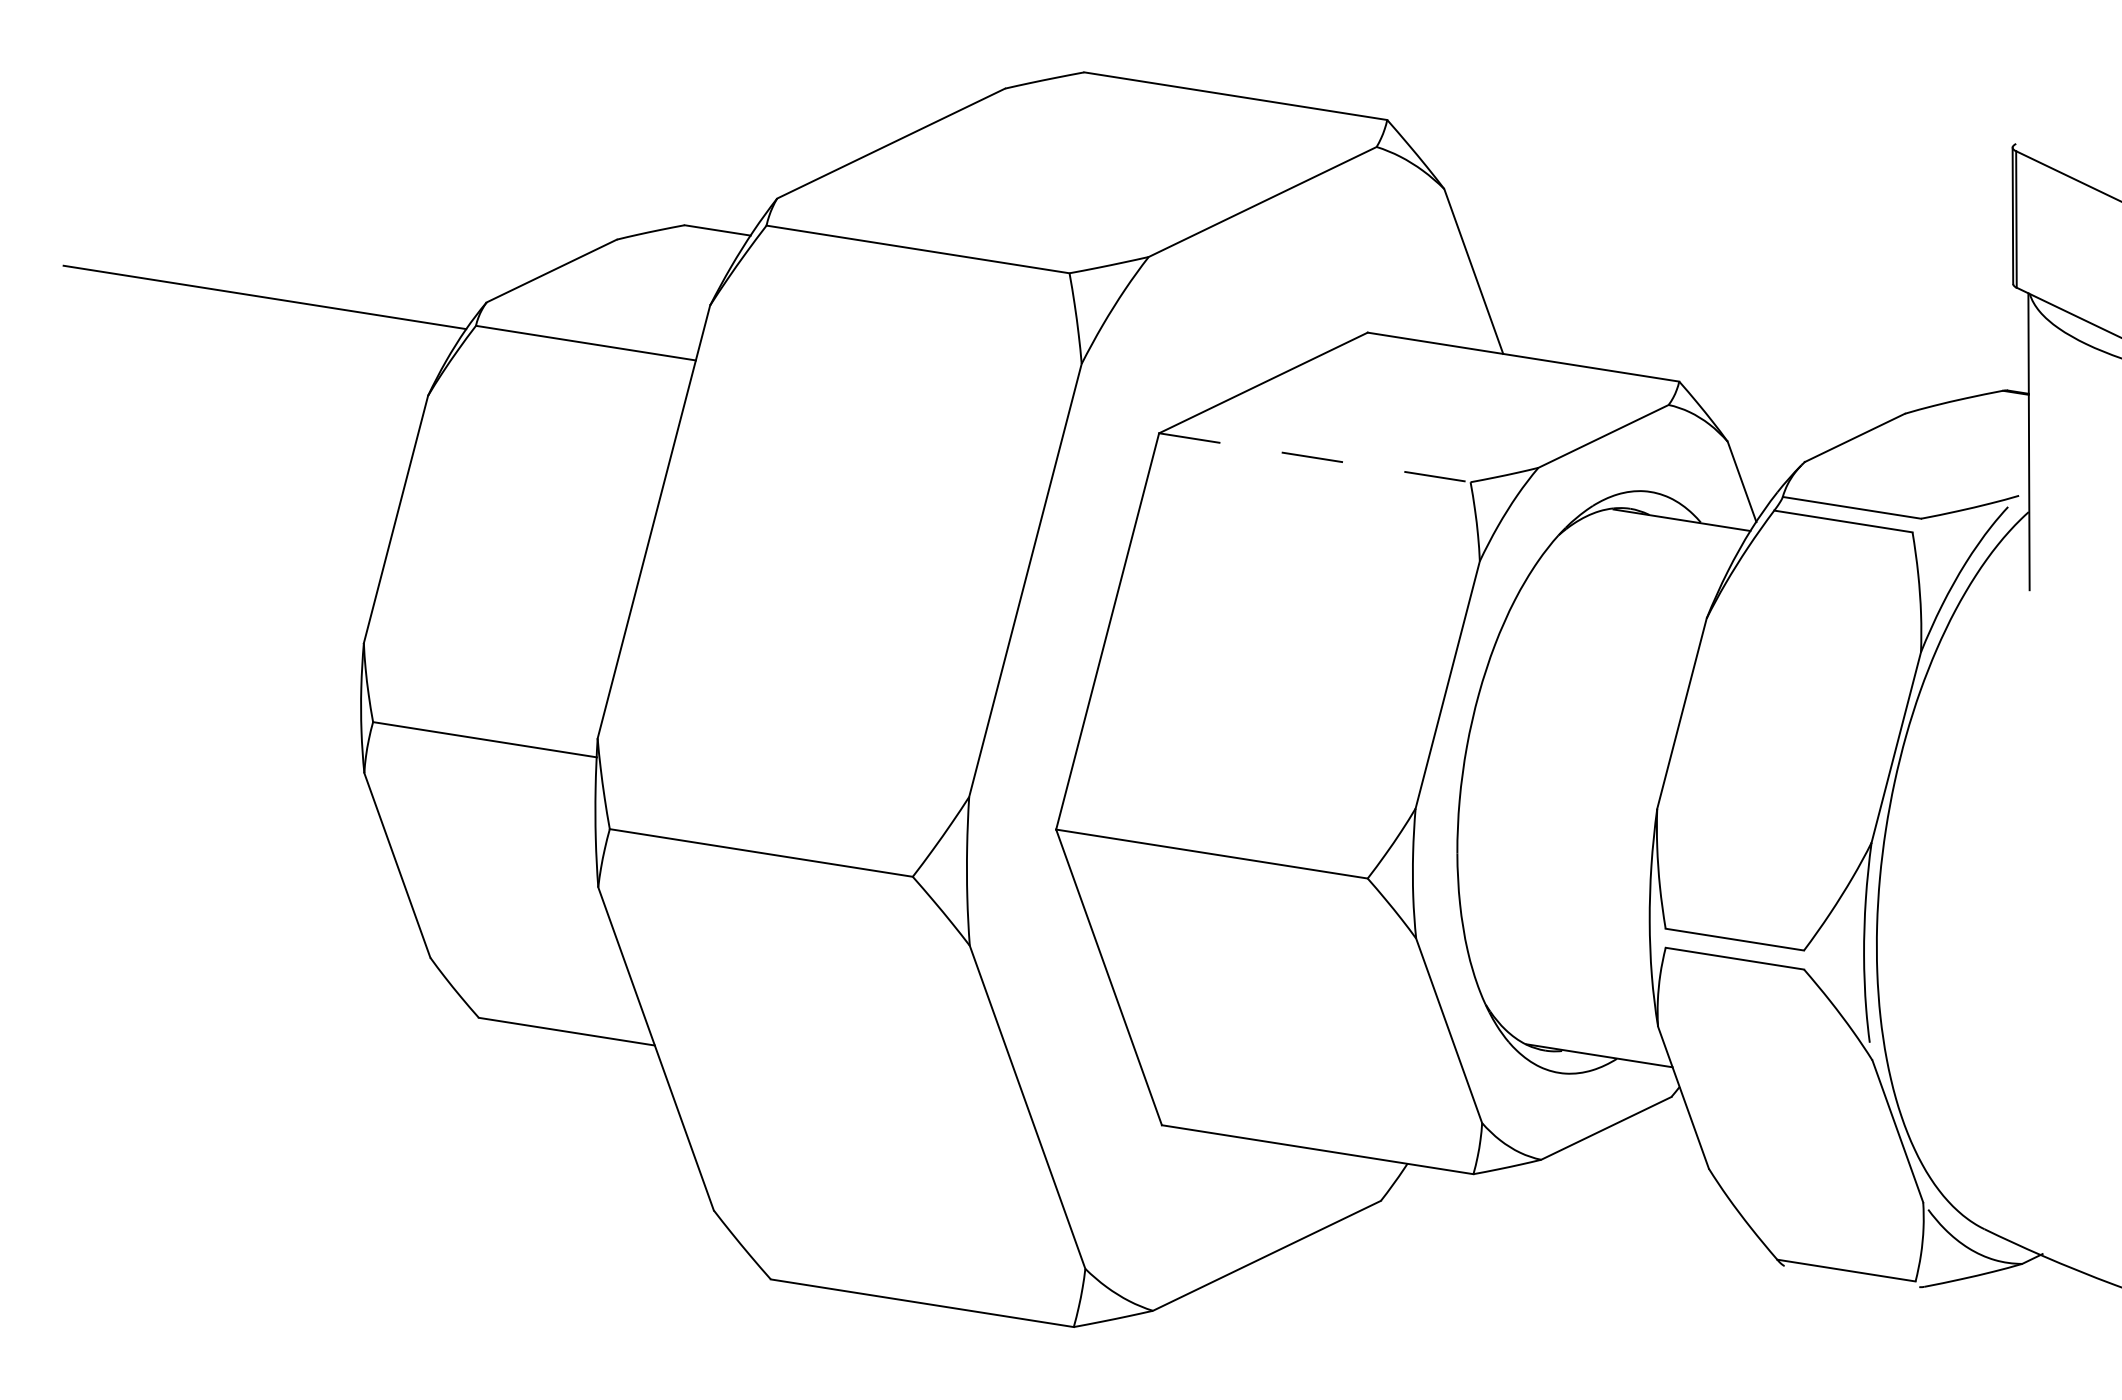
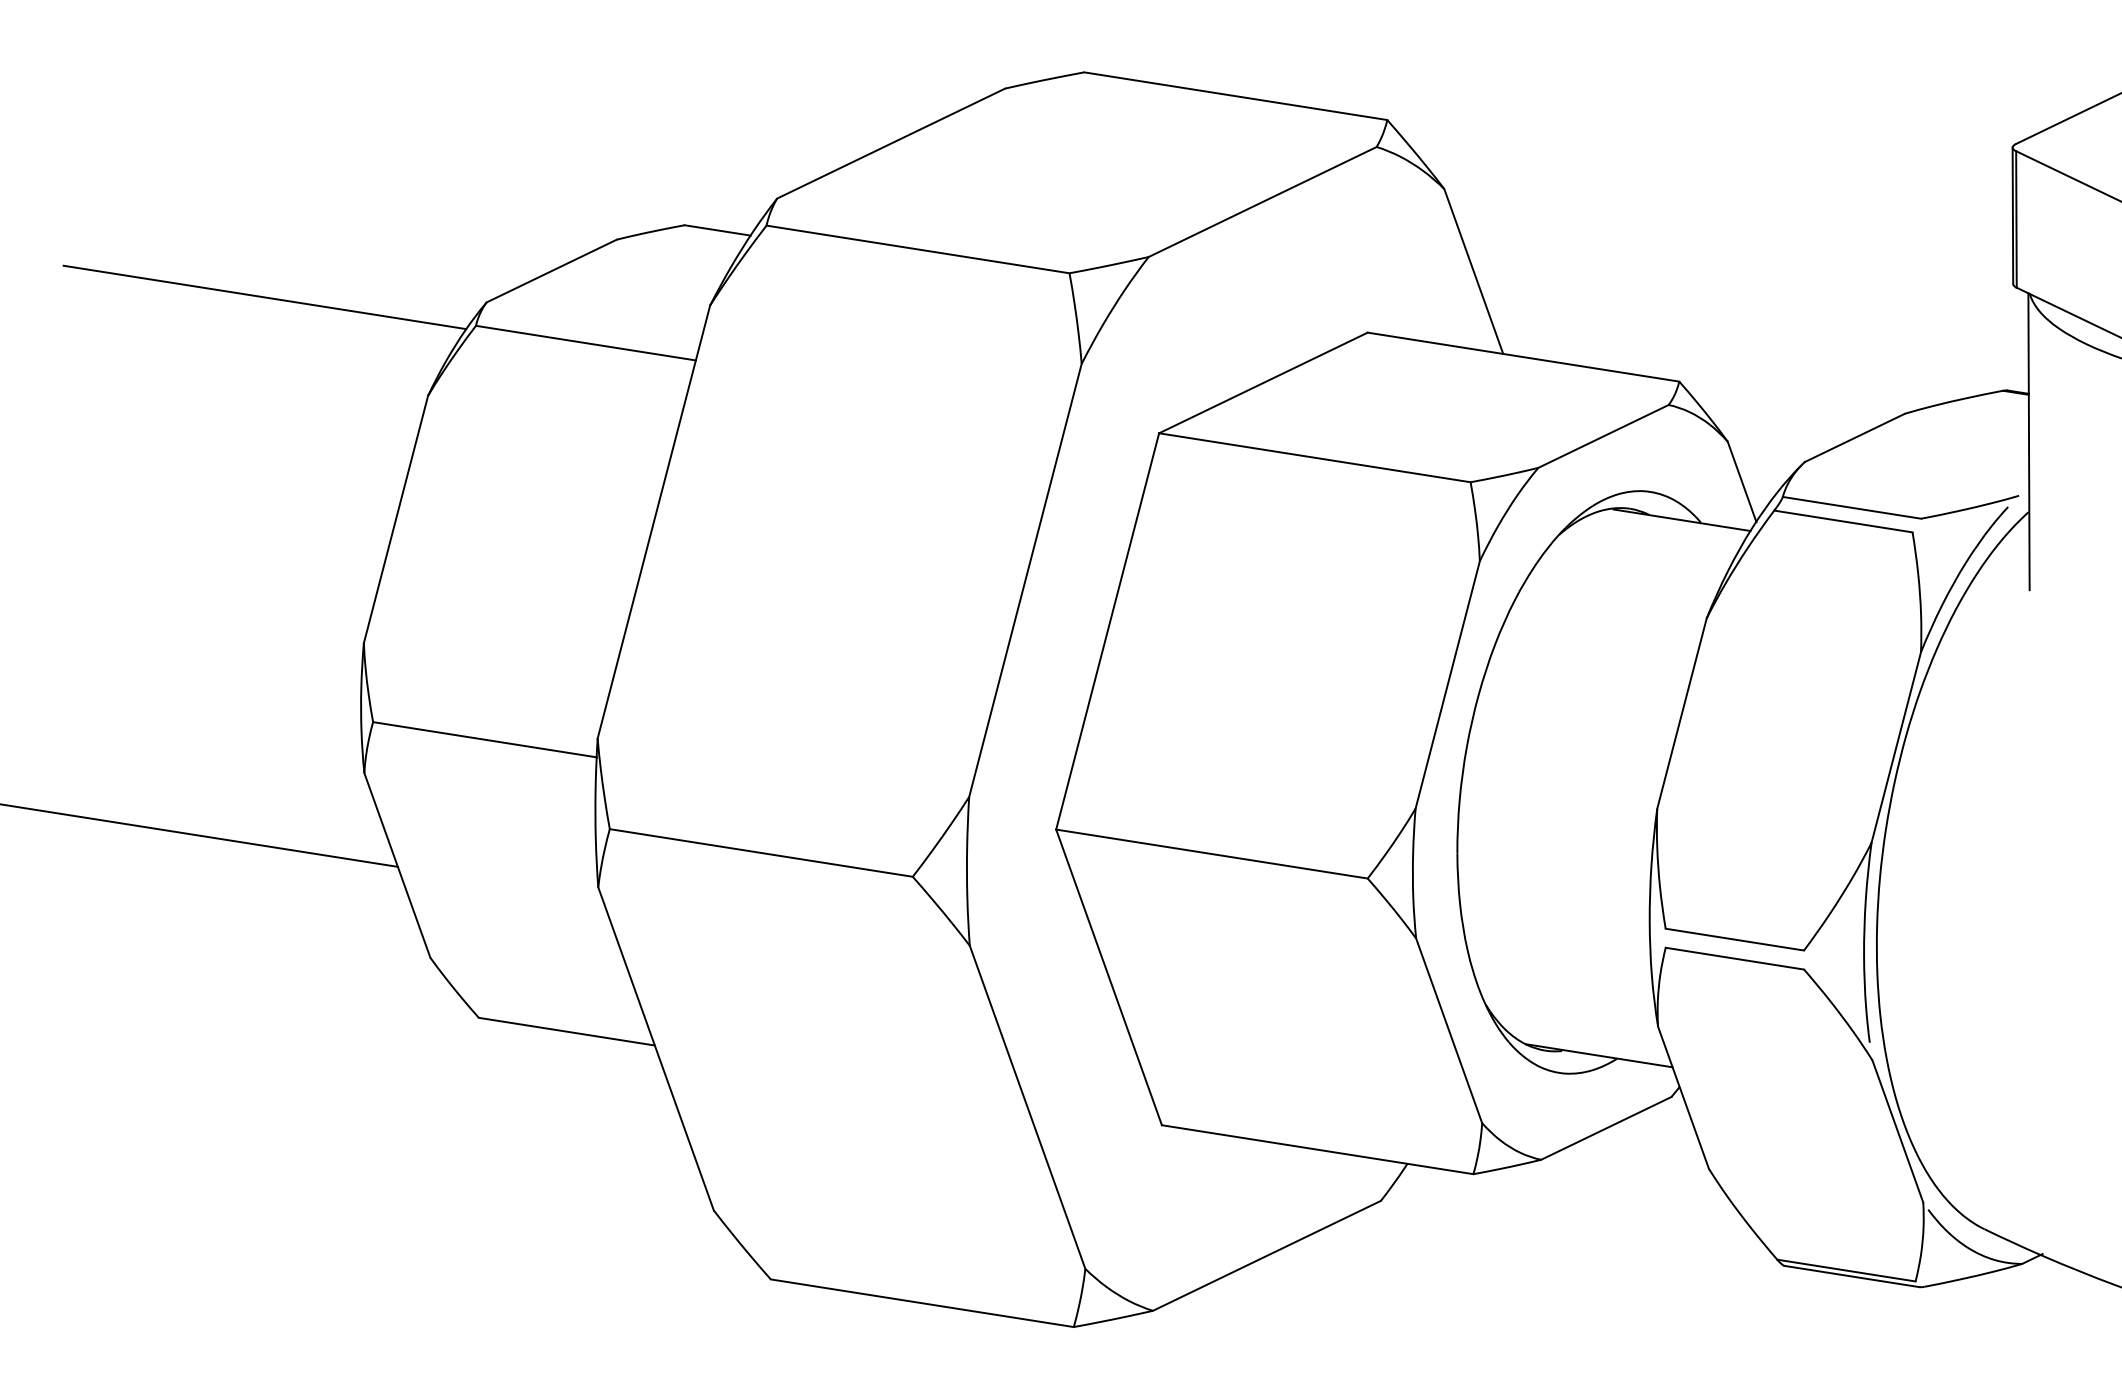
line at (2067, 118): none -> present
line at (1314, 457): dashed -> solid
line at (199, 835): none -> present
line at (1851, 1276): none -> present
